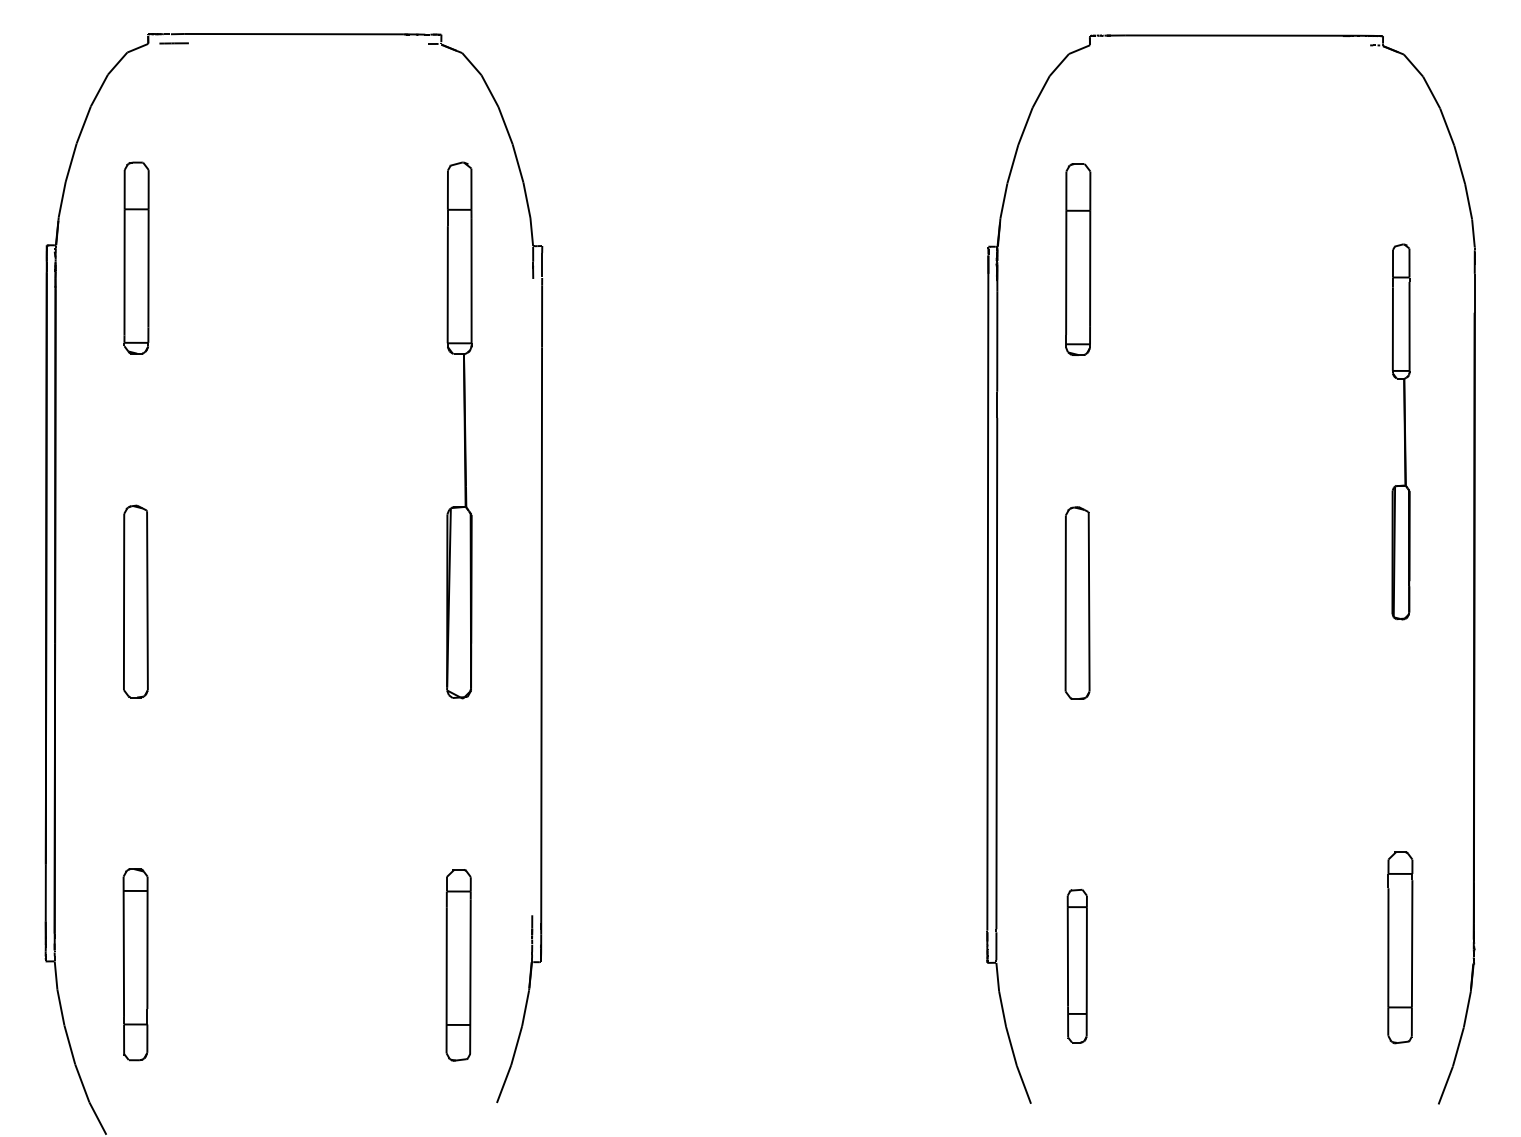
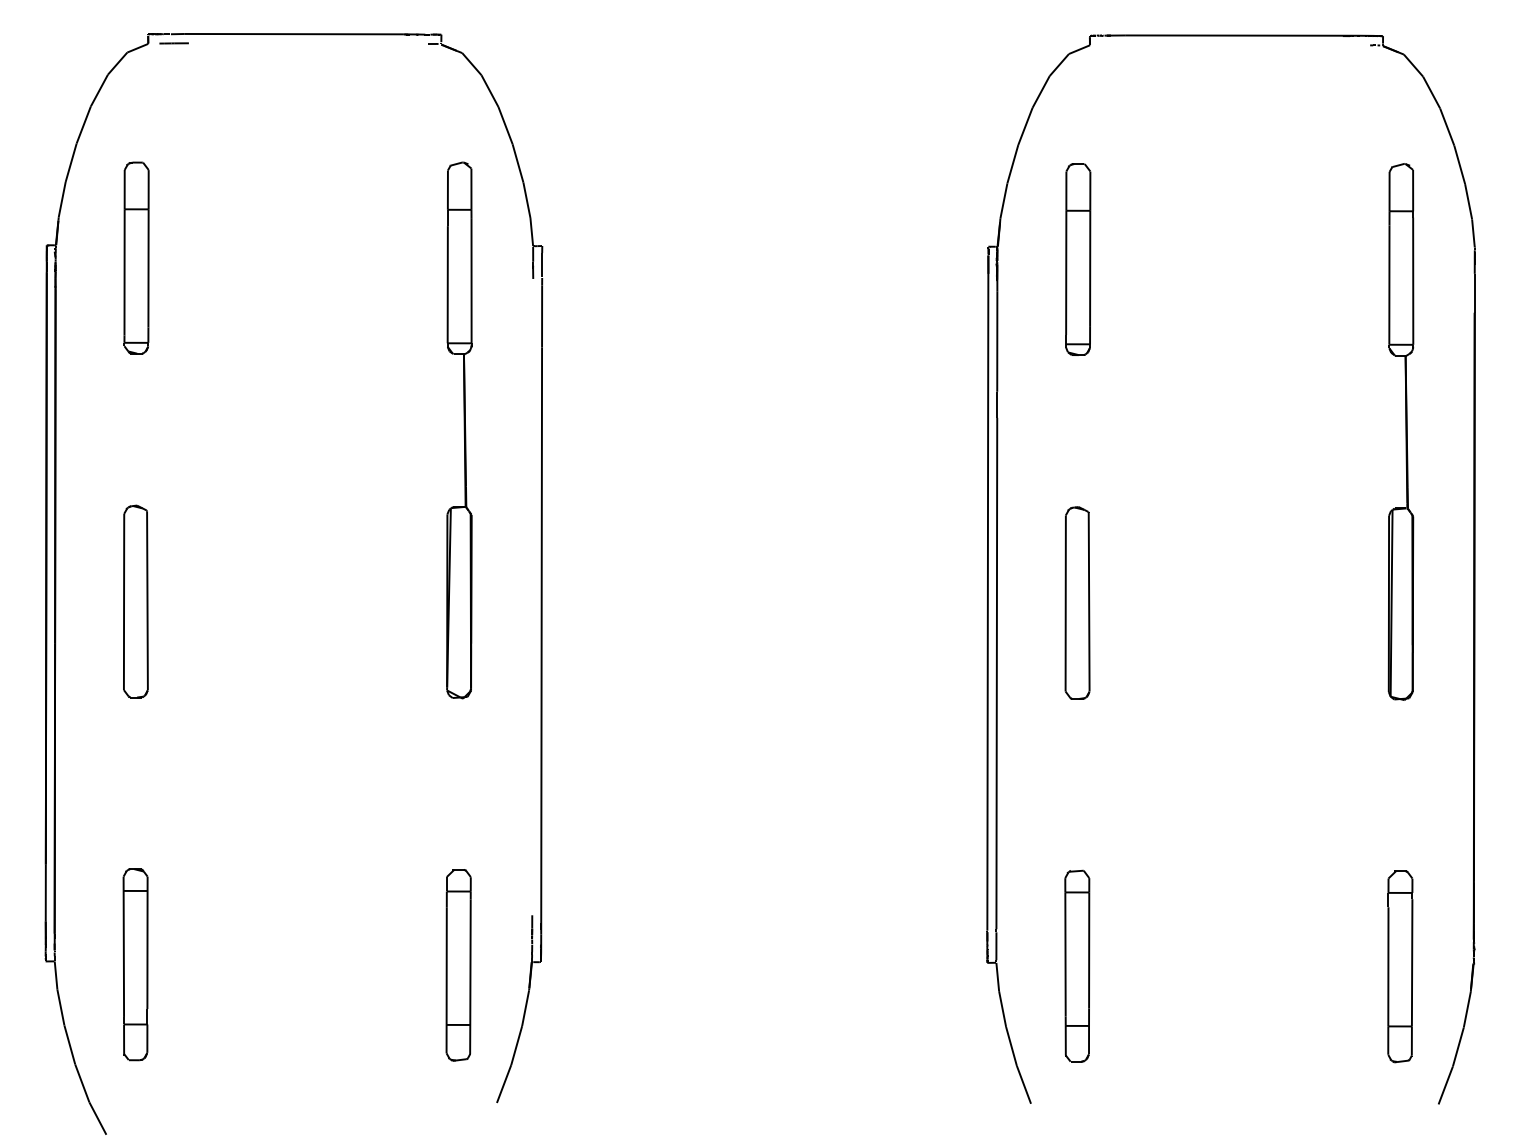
part at (1400, 431) size: 20x378 px -> 28x538 px
part at (1400, 947) position: (1400, 947) -> (1400, 966)
part at (1076, 965) size: 22x156 px -> 27x194 px
